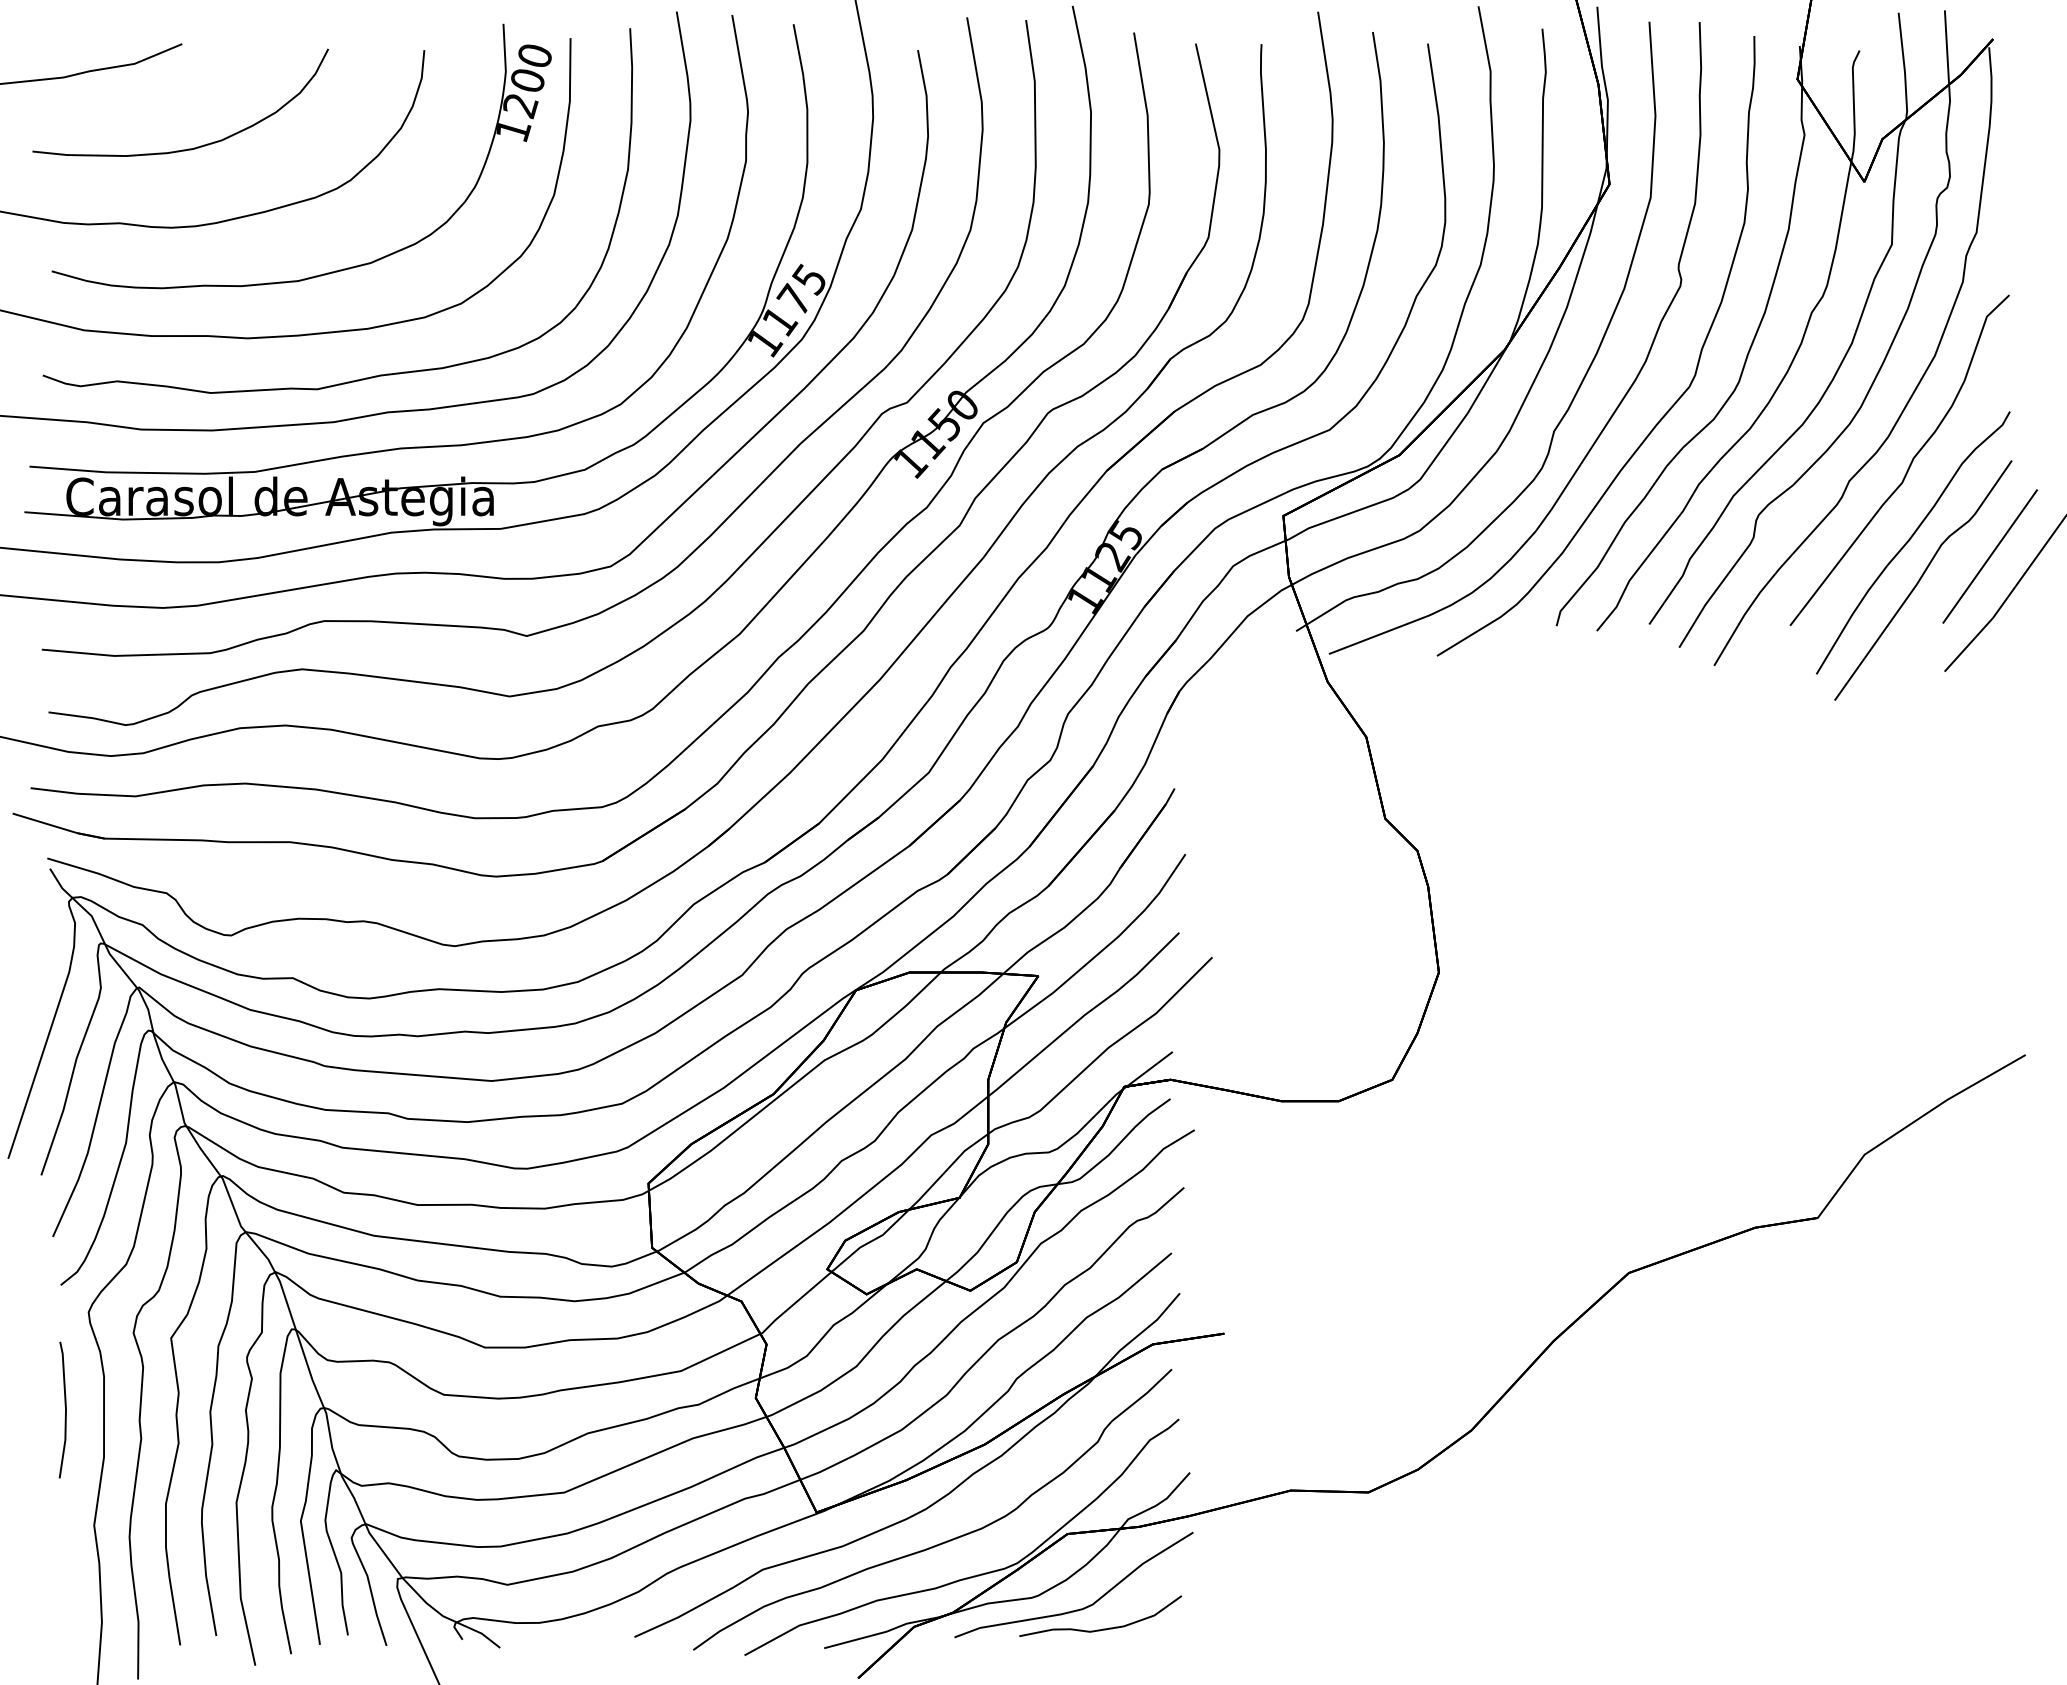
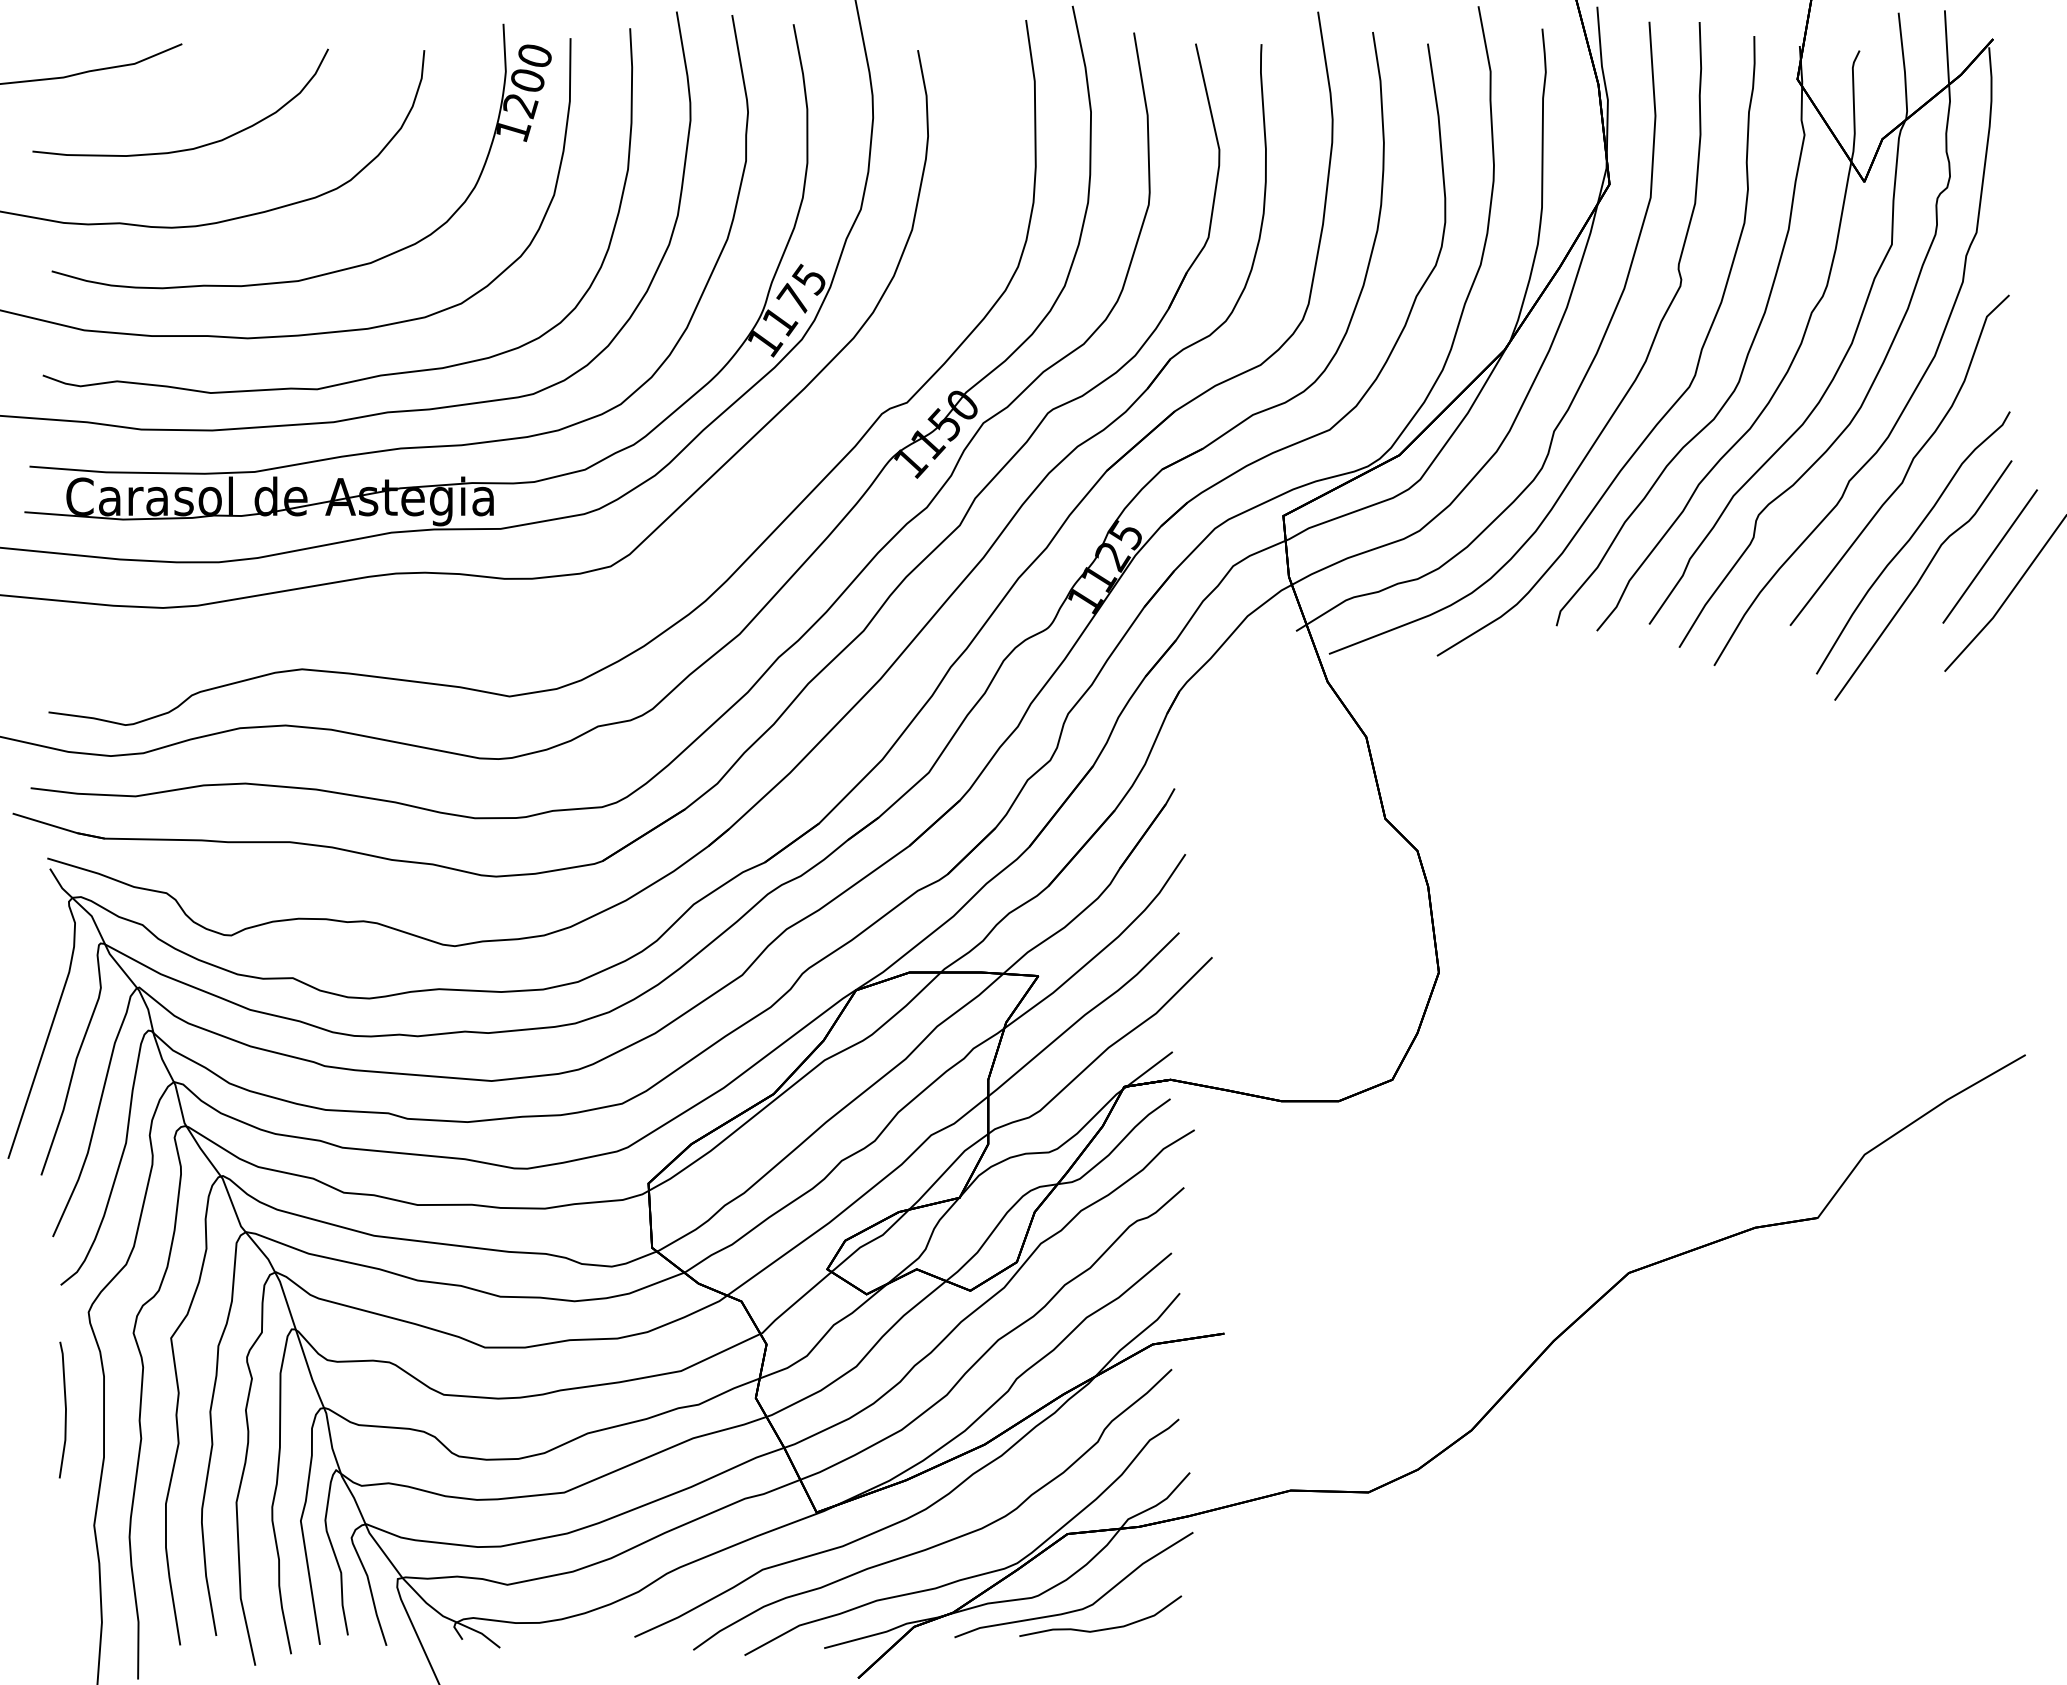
part at (700, 543): present -> none
